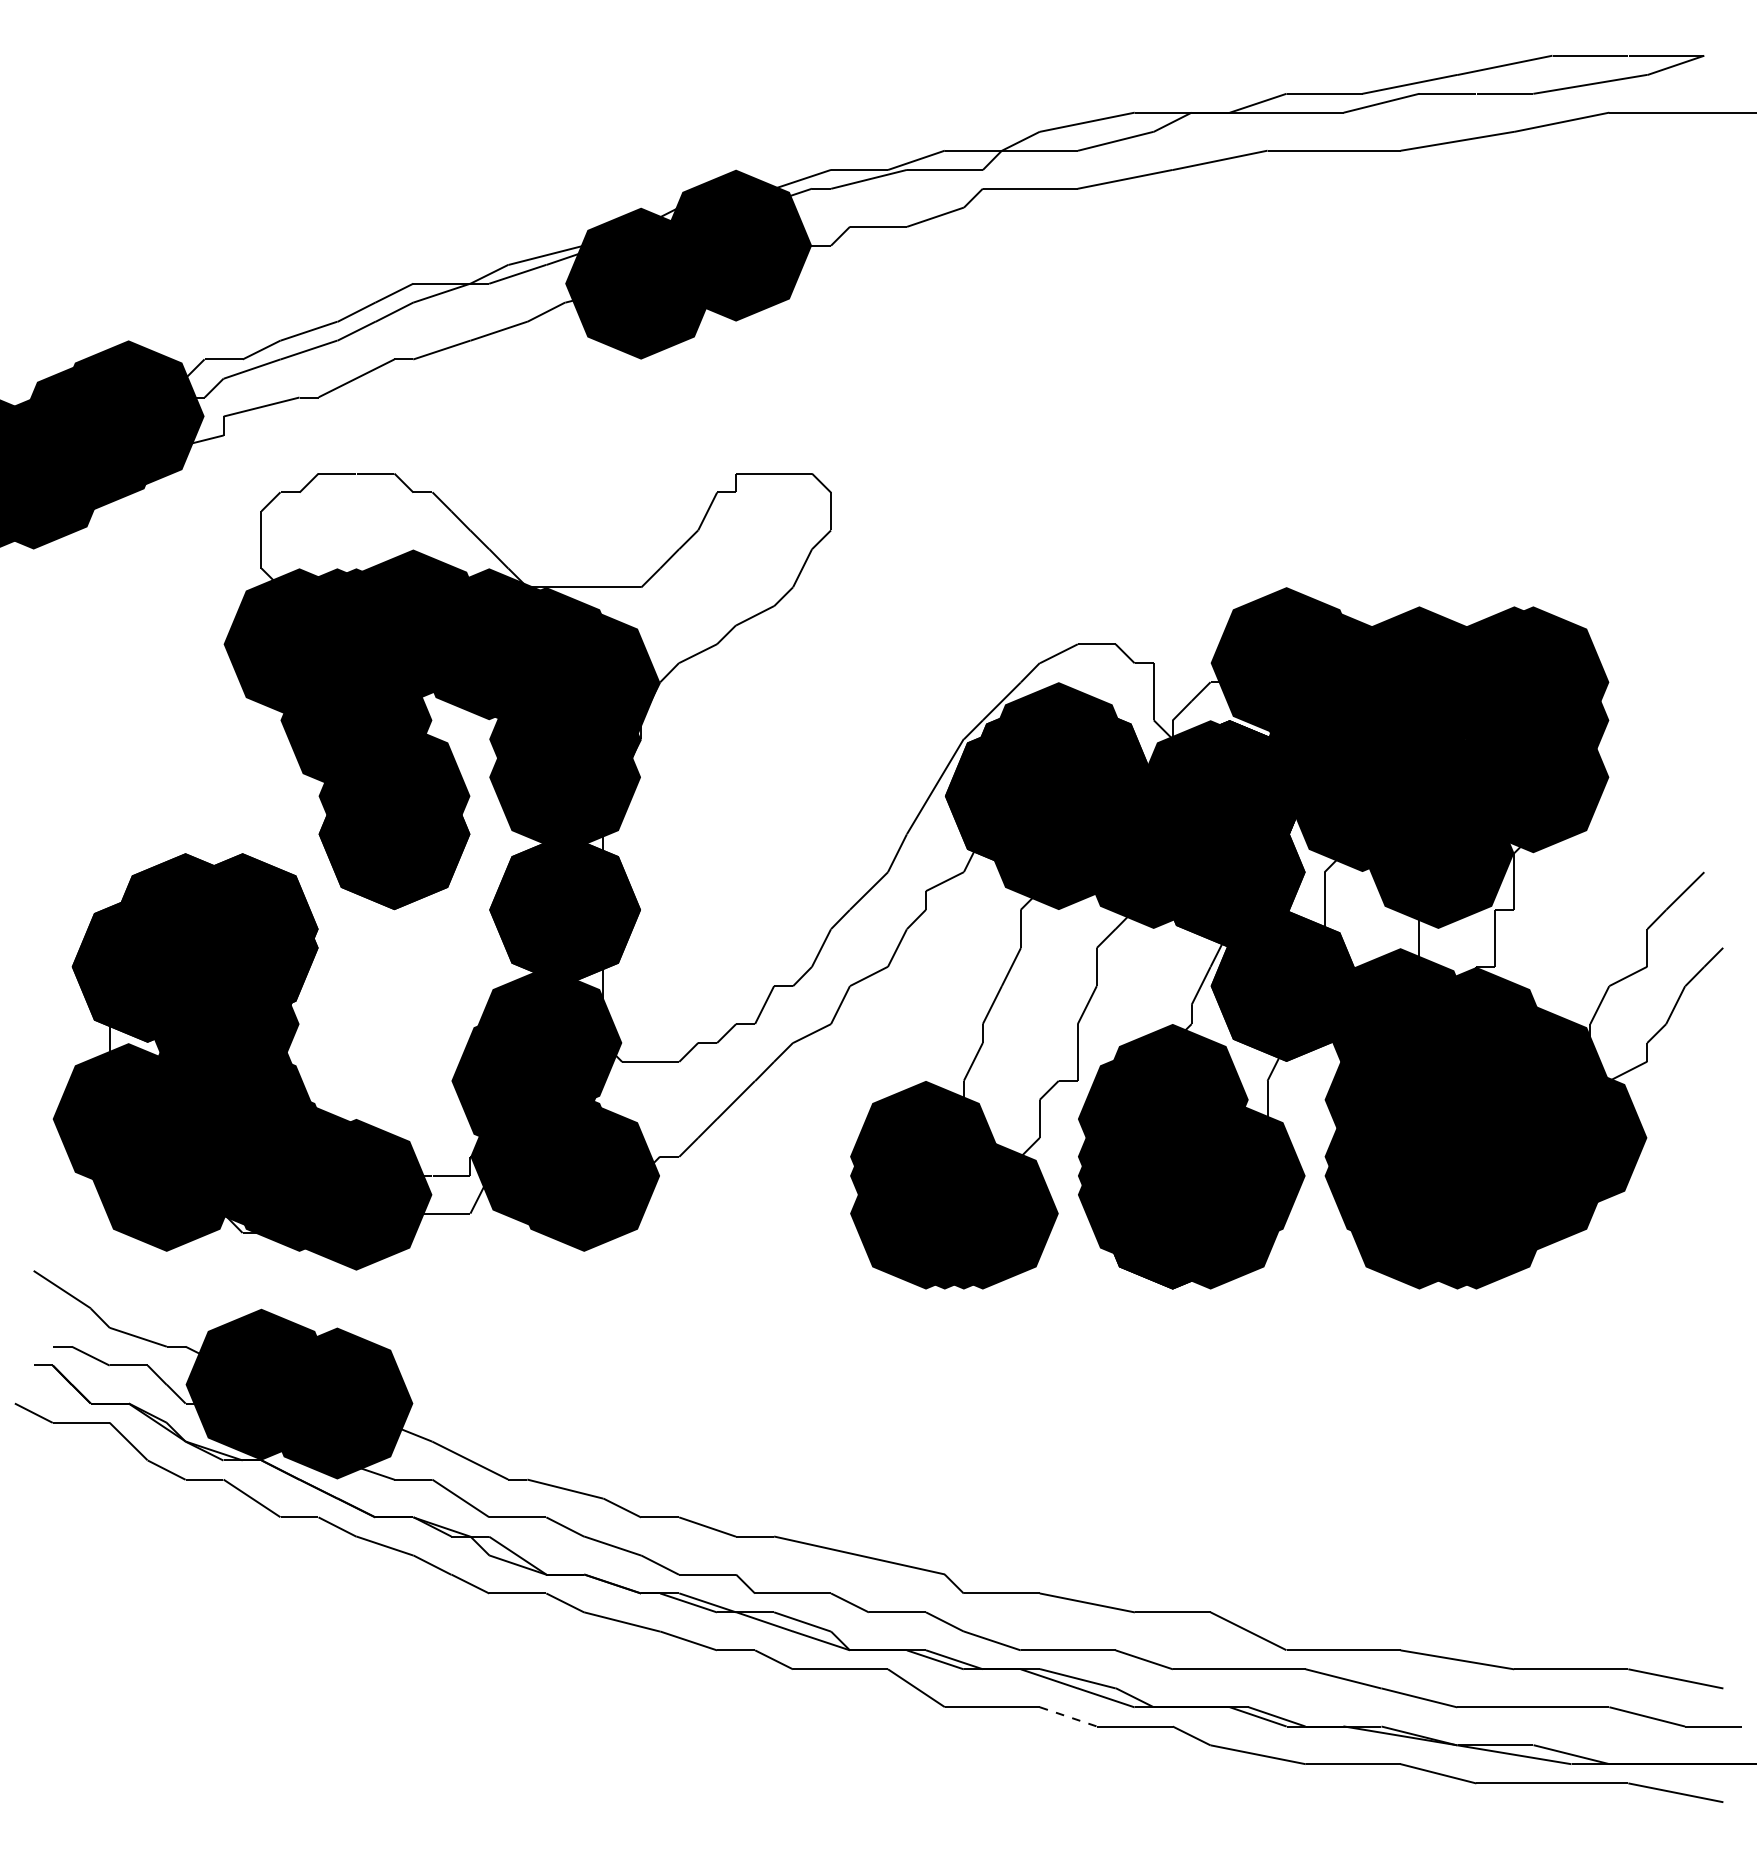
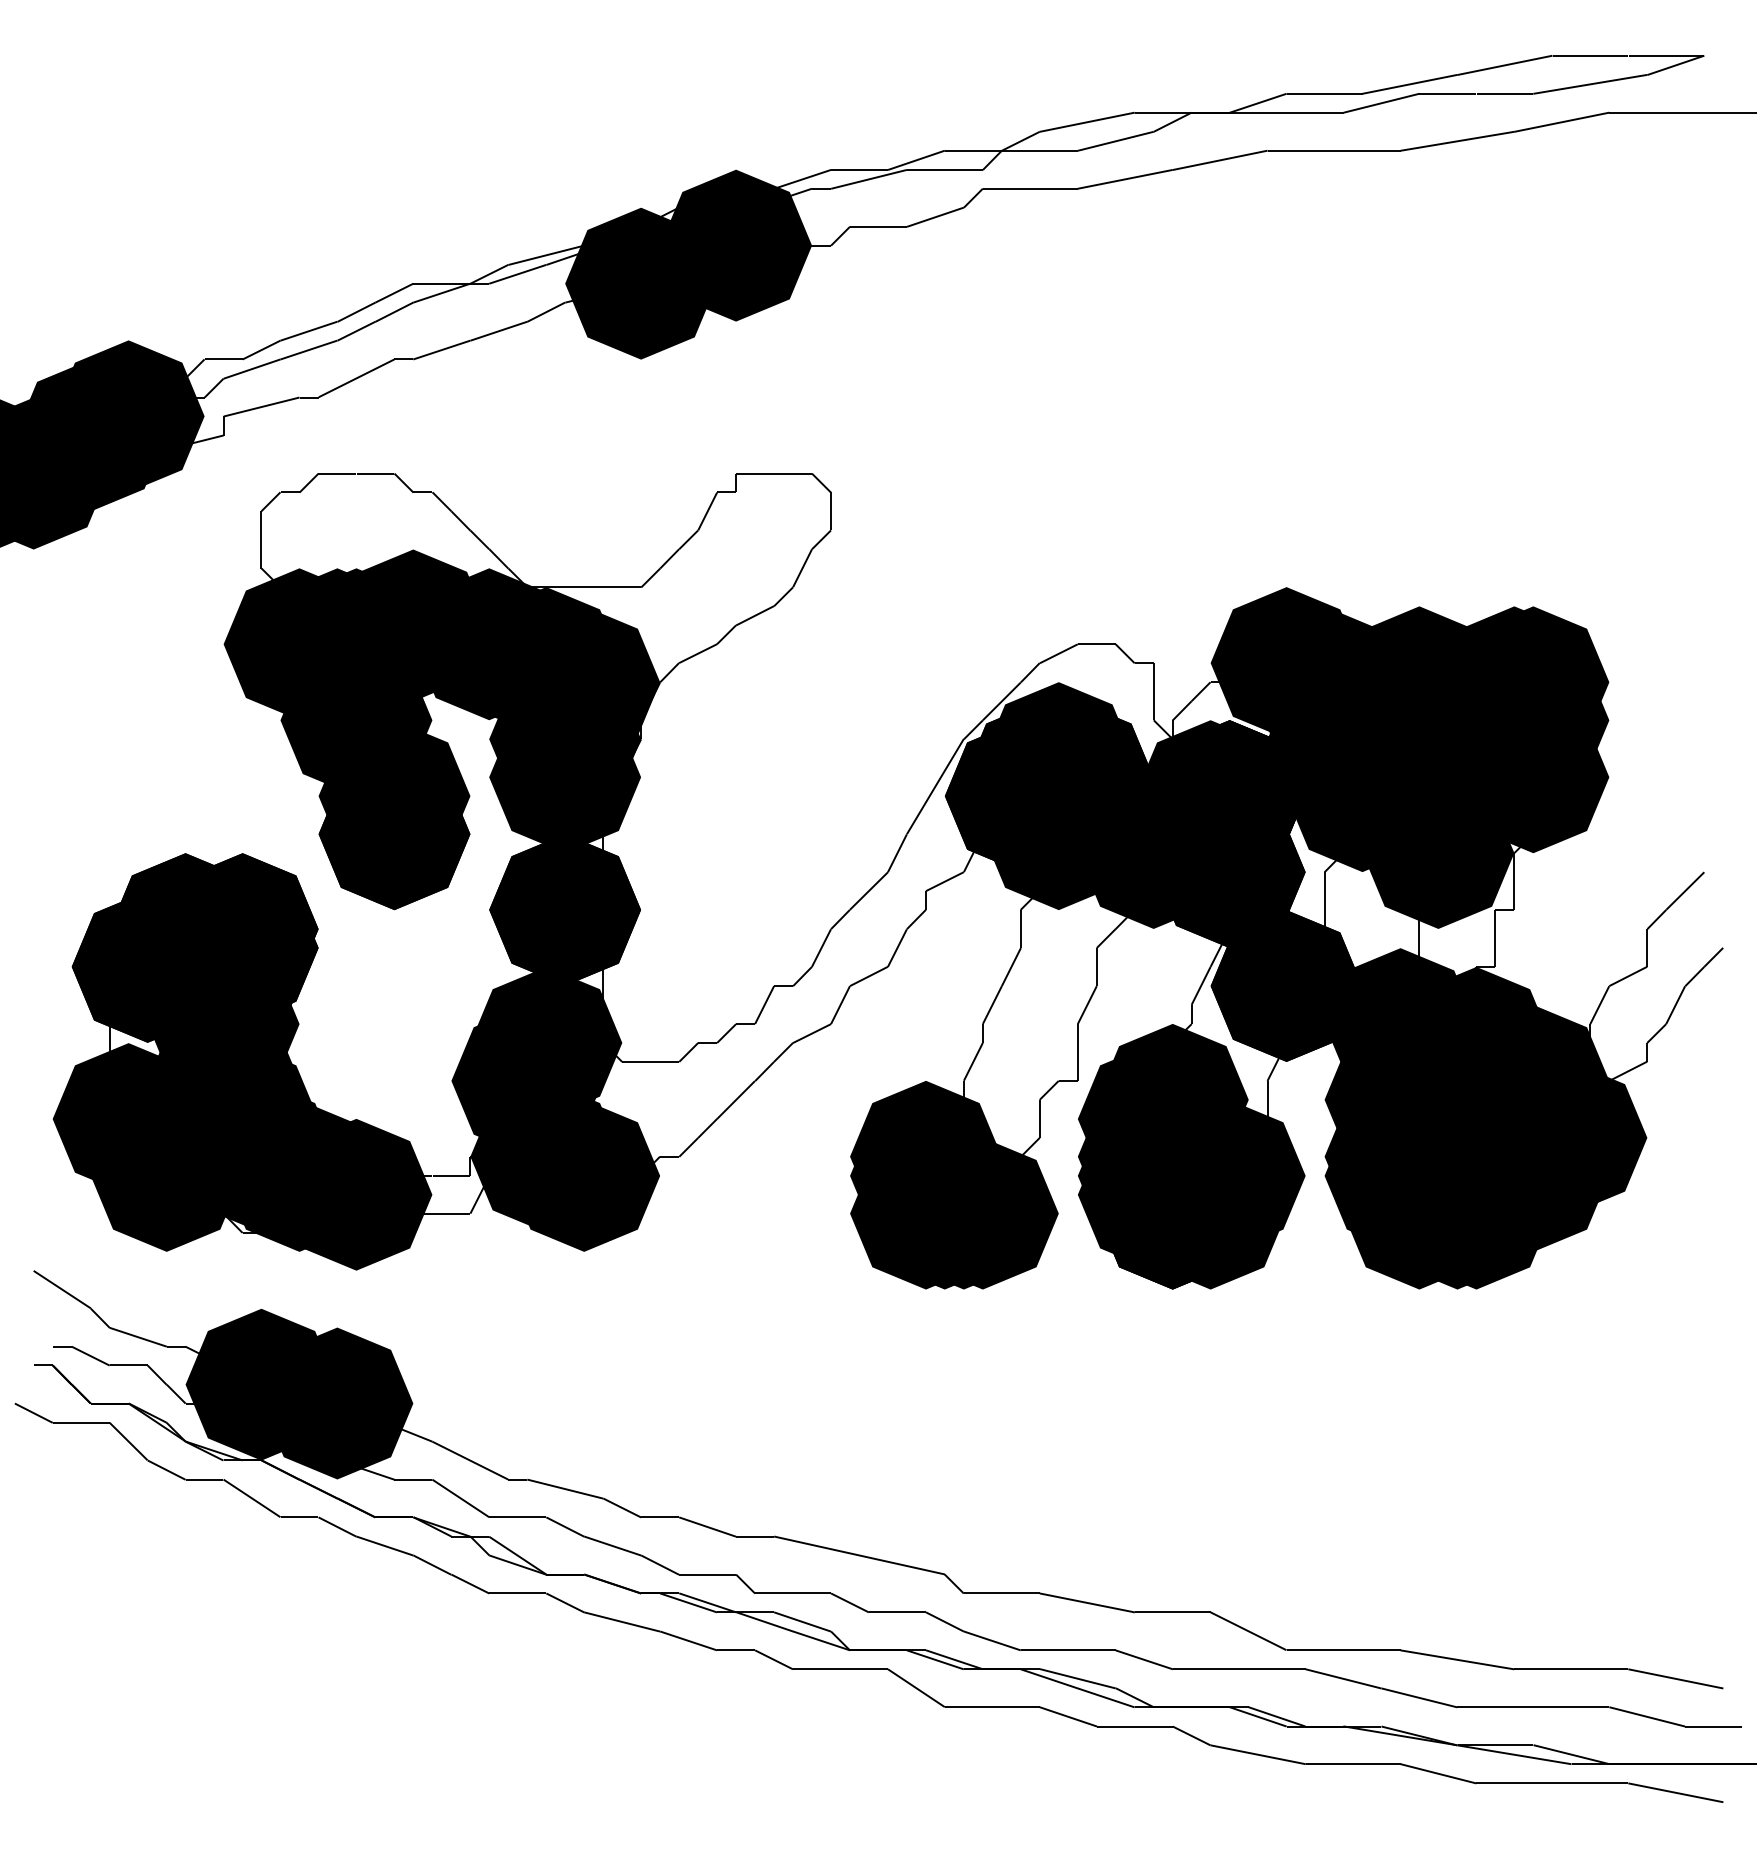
line at (1068, 1717): dashed -> solid
